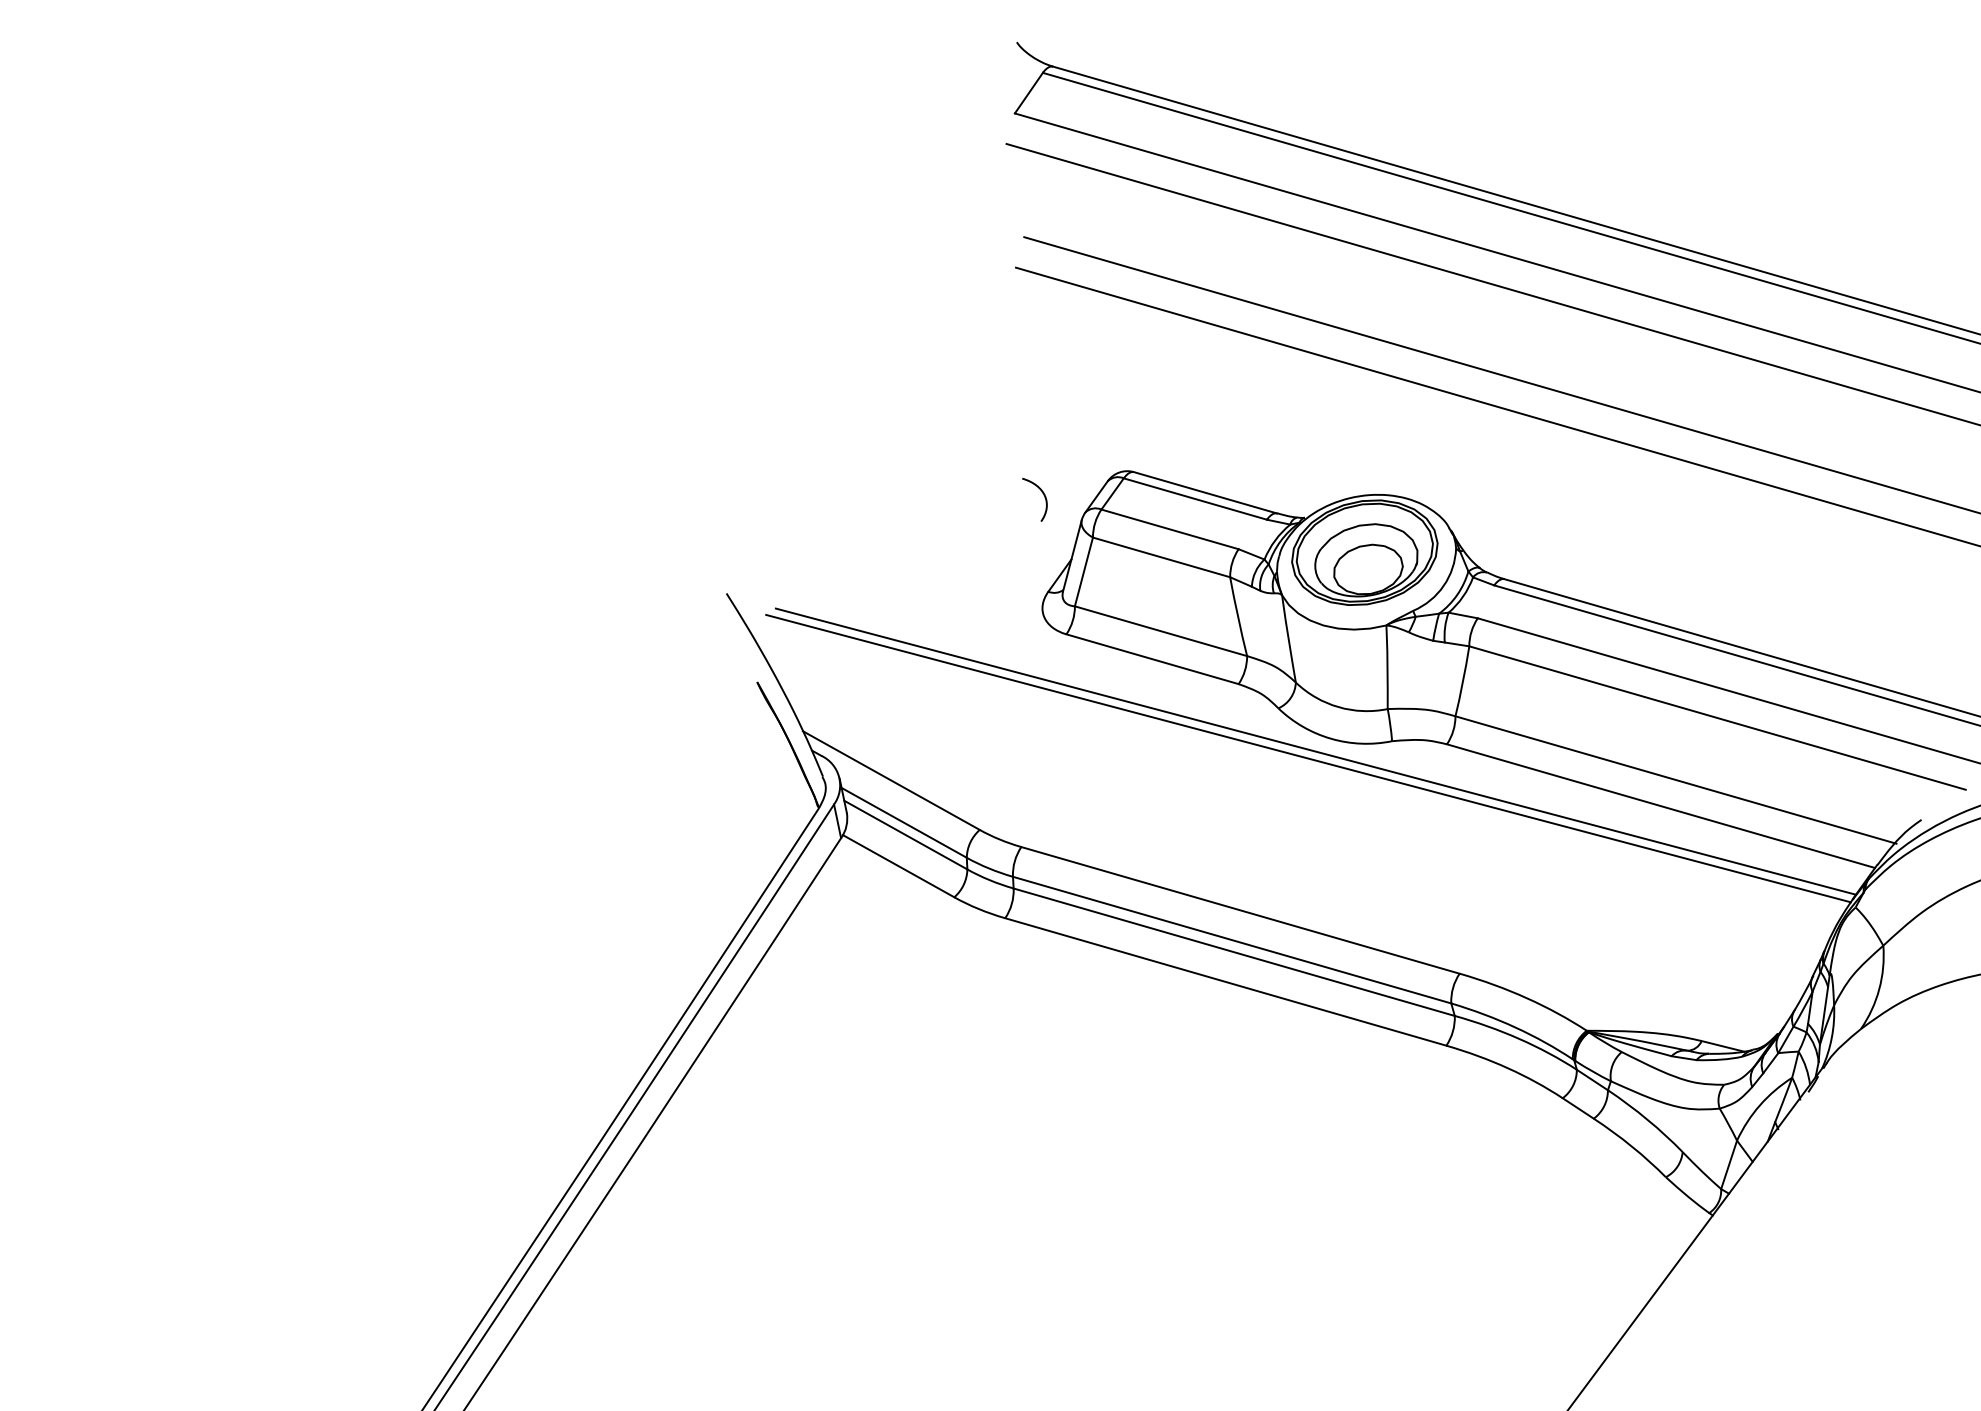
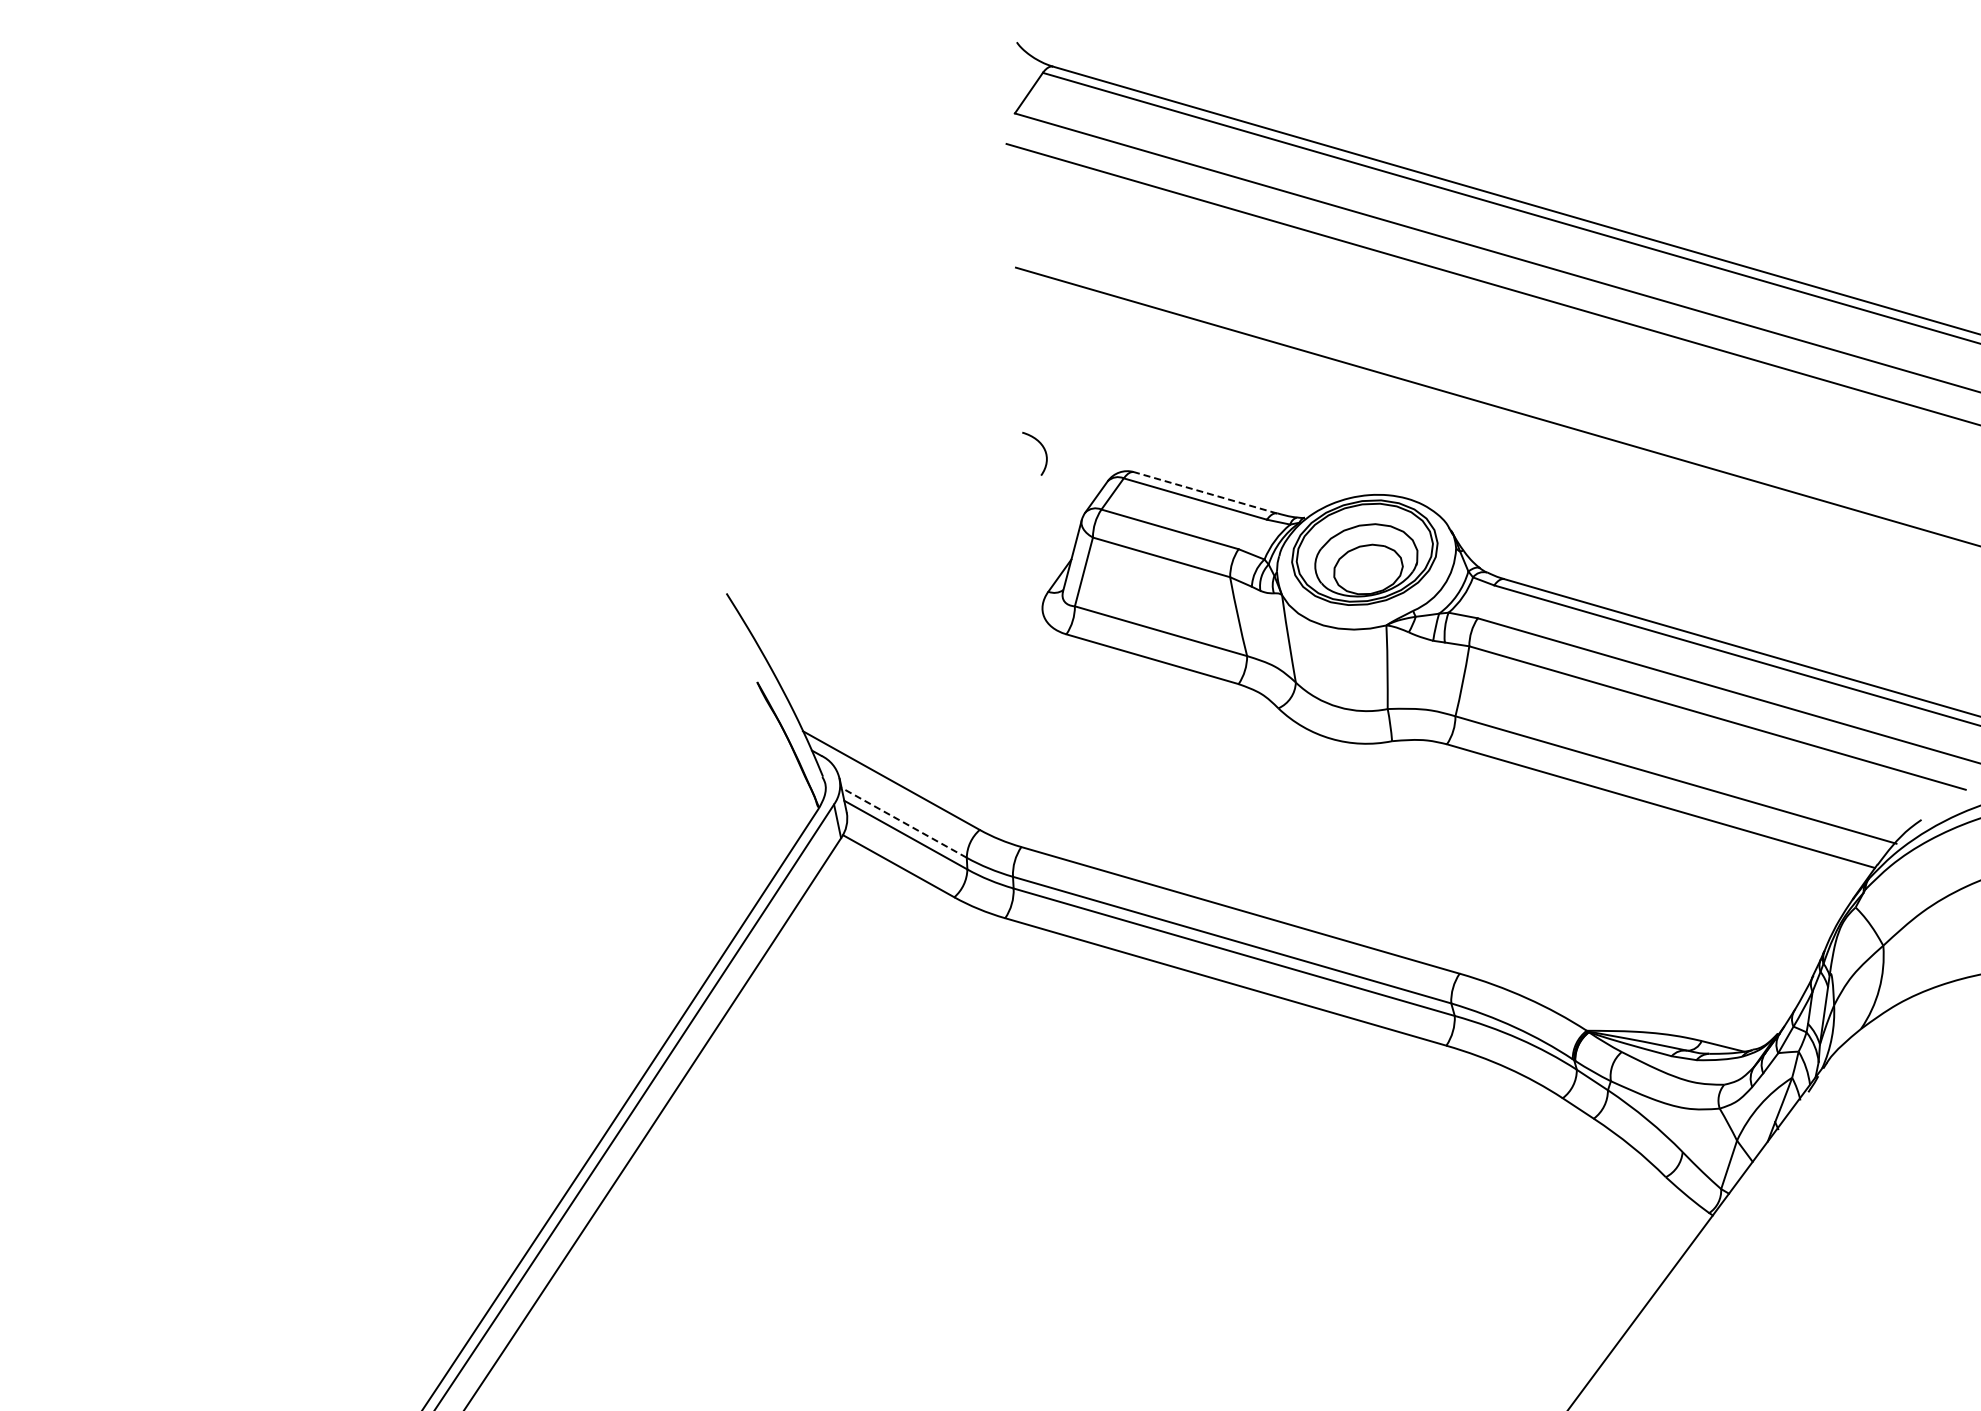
line at (1500, 374): present -> none
line at (1205, 492): solid -> dashed
curve at (1043, 495) position: (1043, 495) -> (1043, 449)
line at (1315, 751): present -> none
line at (1308, 758): present -> none
line at (904, 822): solid -> dashed
